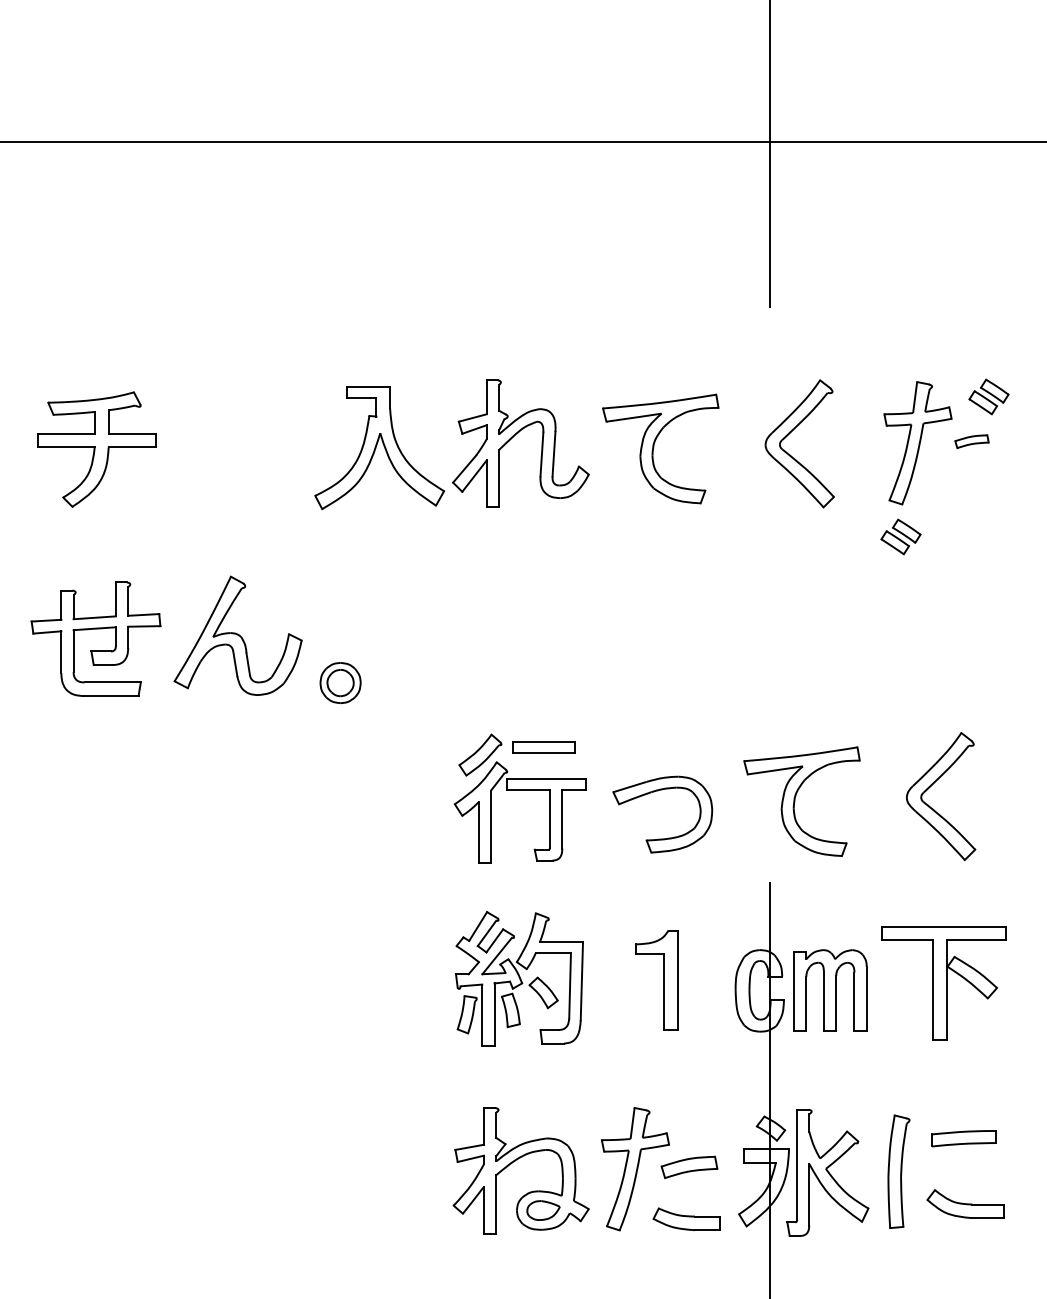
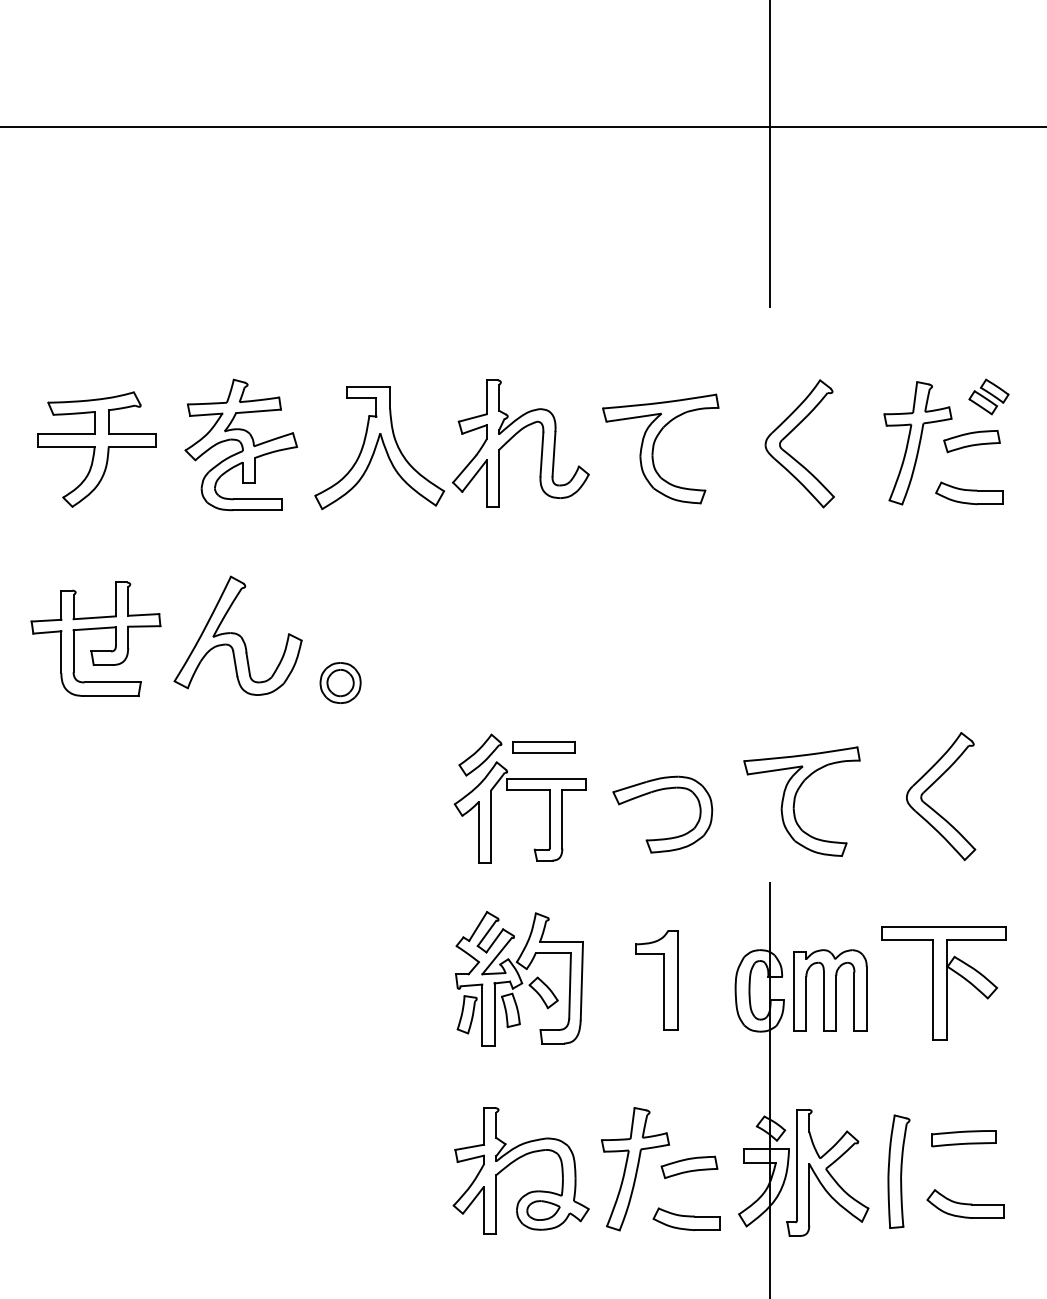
line at (522, 142) position: (522, 142) -> (522, 127)
part at (971, 441) size: 36x15 px -> 58x24 px
part at (241, 444): none -> present
part at (969, 493): none -> present
part at (900, 536): present -> none
